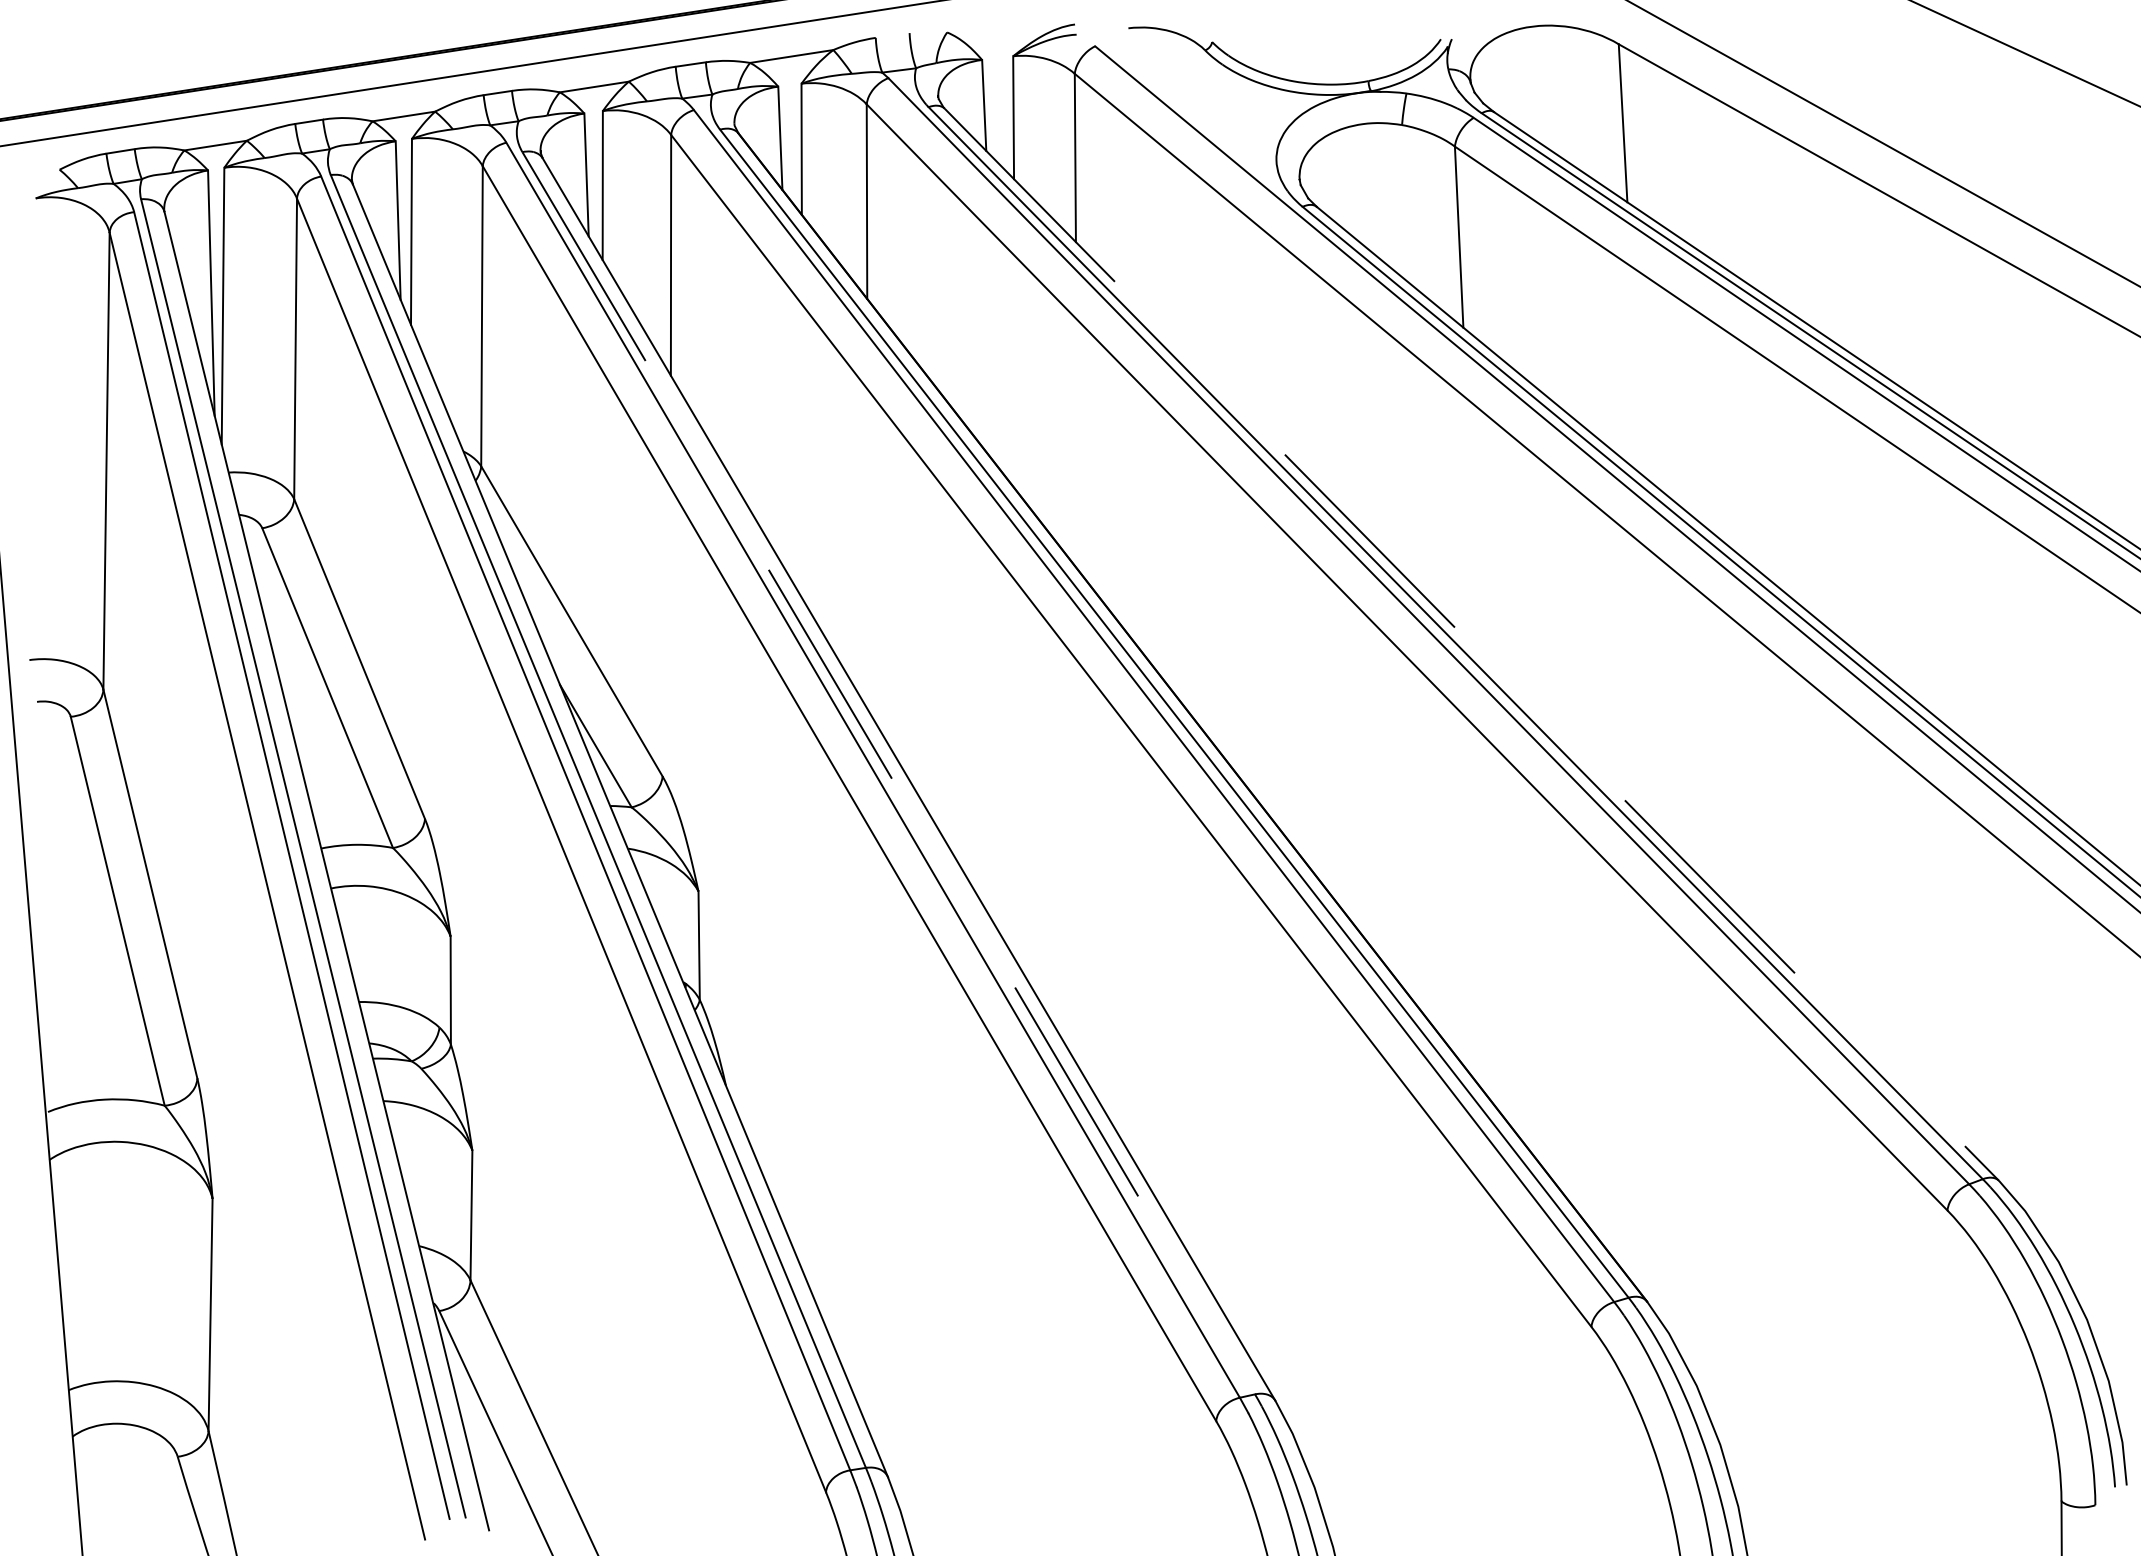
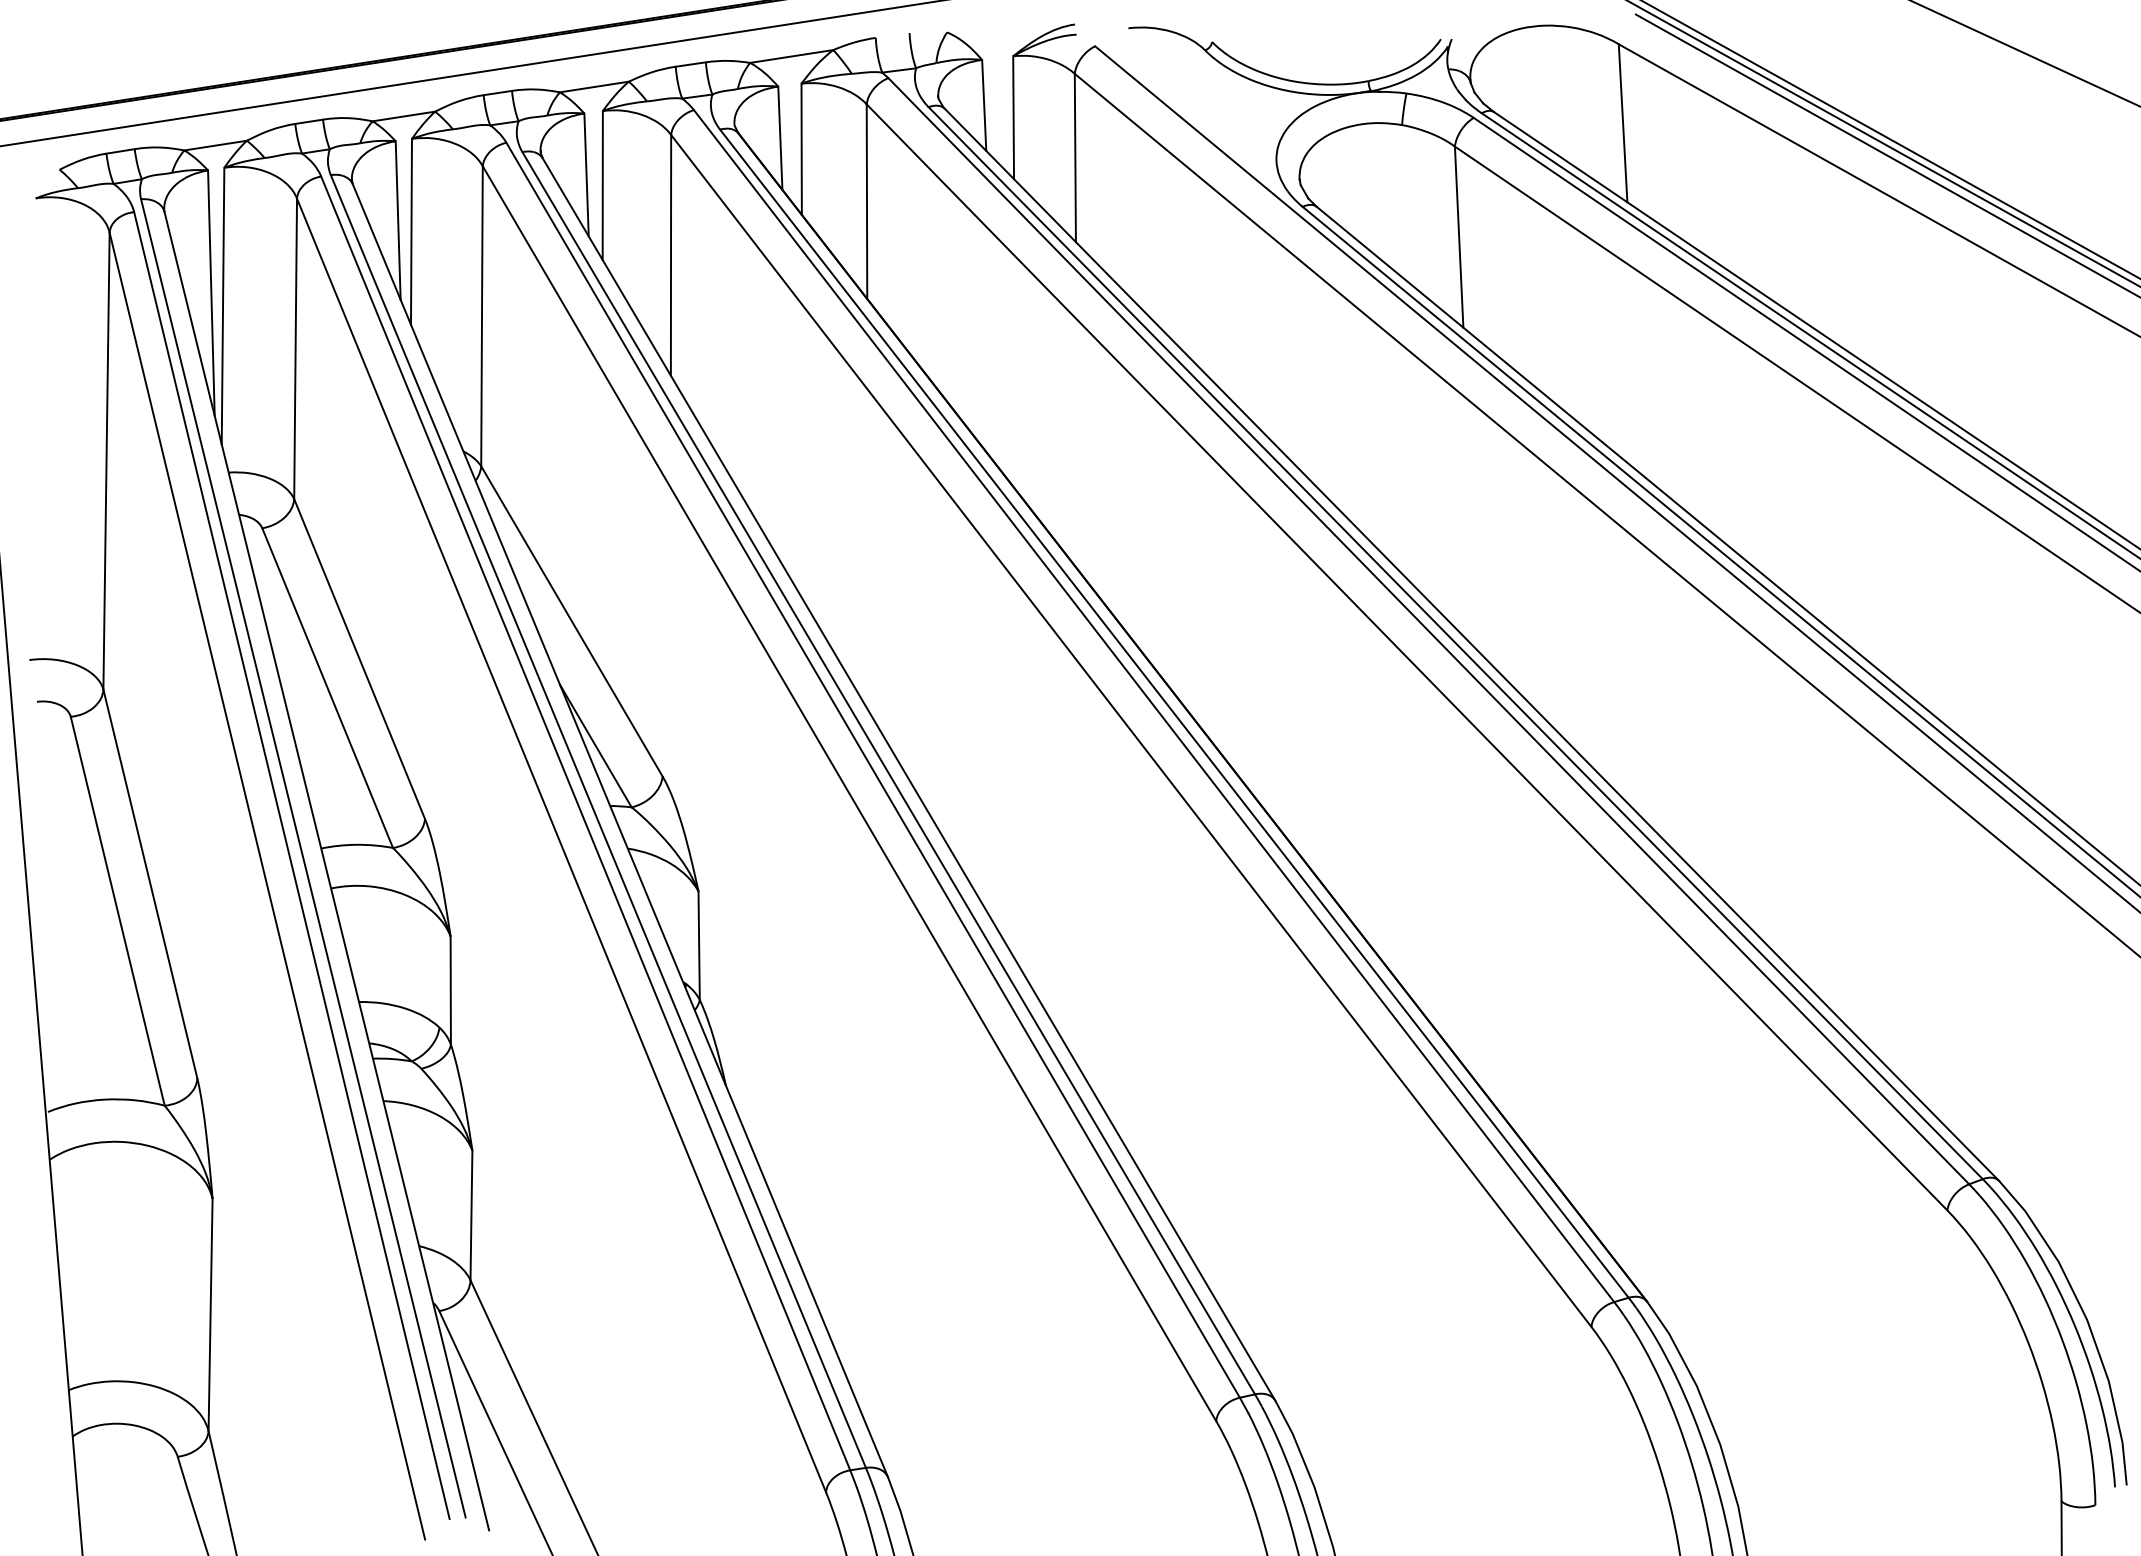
line at (1890, 139): none -> present
line at (1886, 155): none -> present
line at (1472, 644): dashed -> solid
line at (888, 773): dashed -> solid
